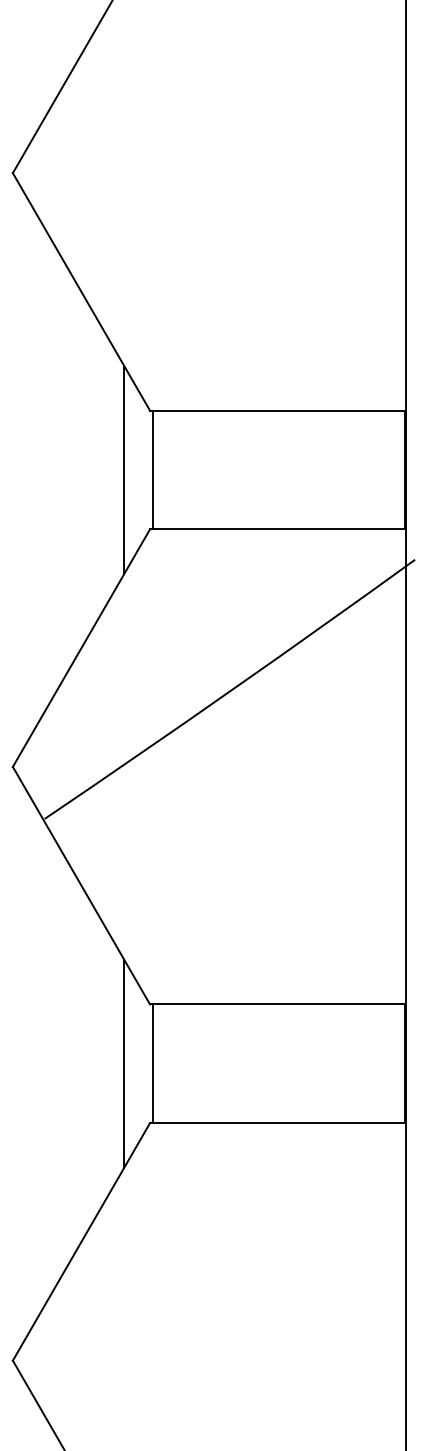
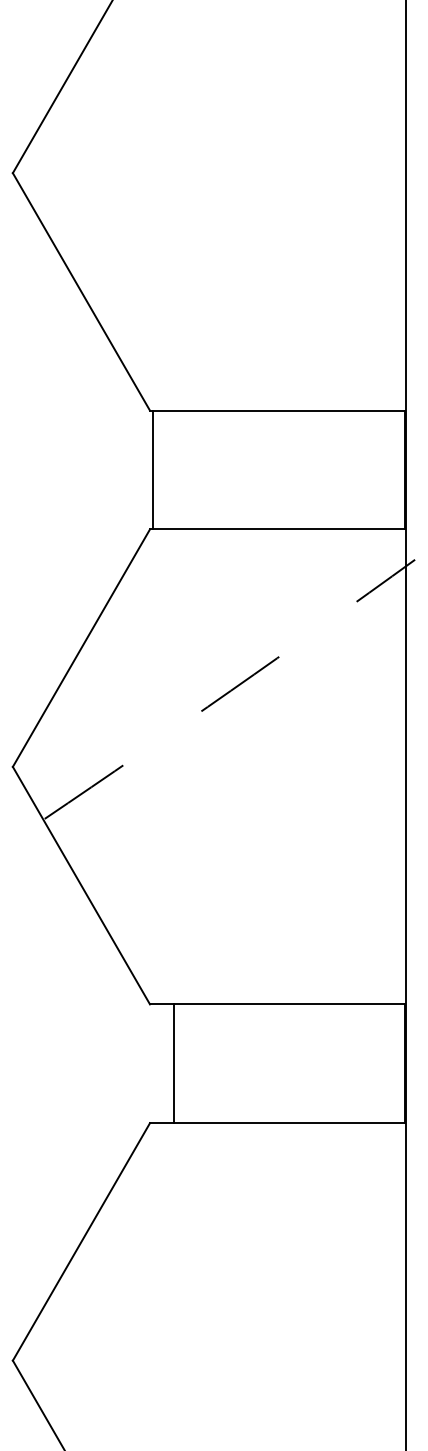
line at (124, 469): present -> none
arc at (230, 690): solid -> dashed
line at (124, 1063): present -> none
line at (153, 1063) position: (153, 1063) -> (174, 1063)
